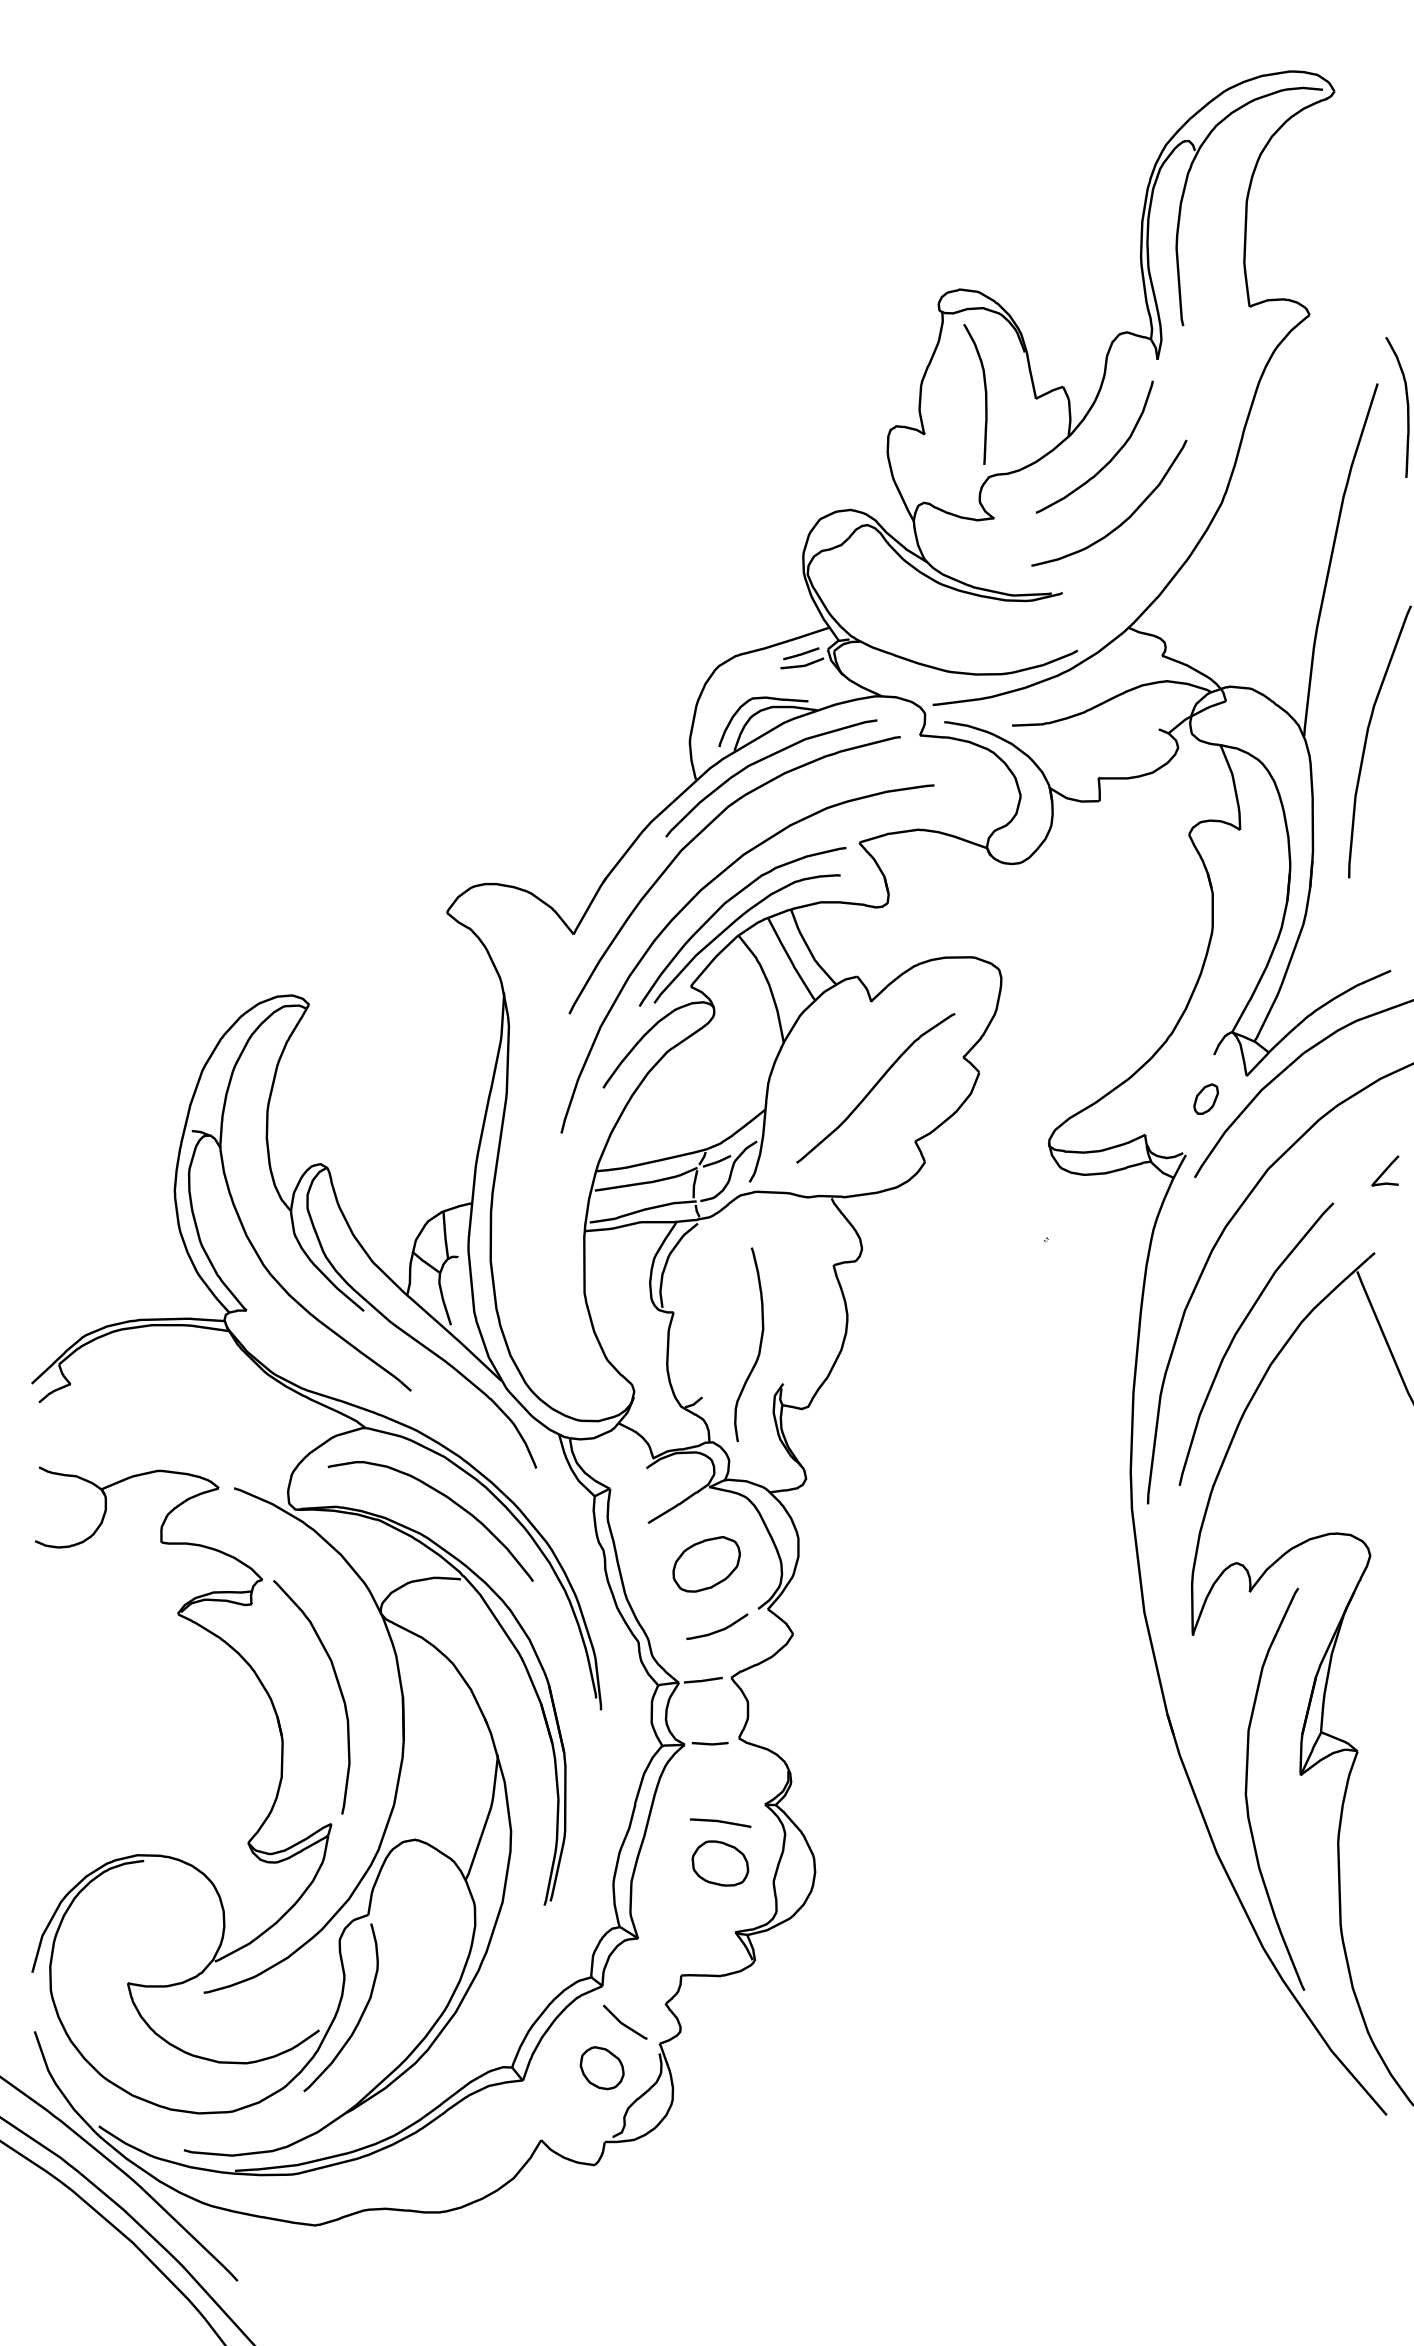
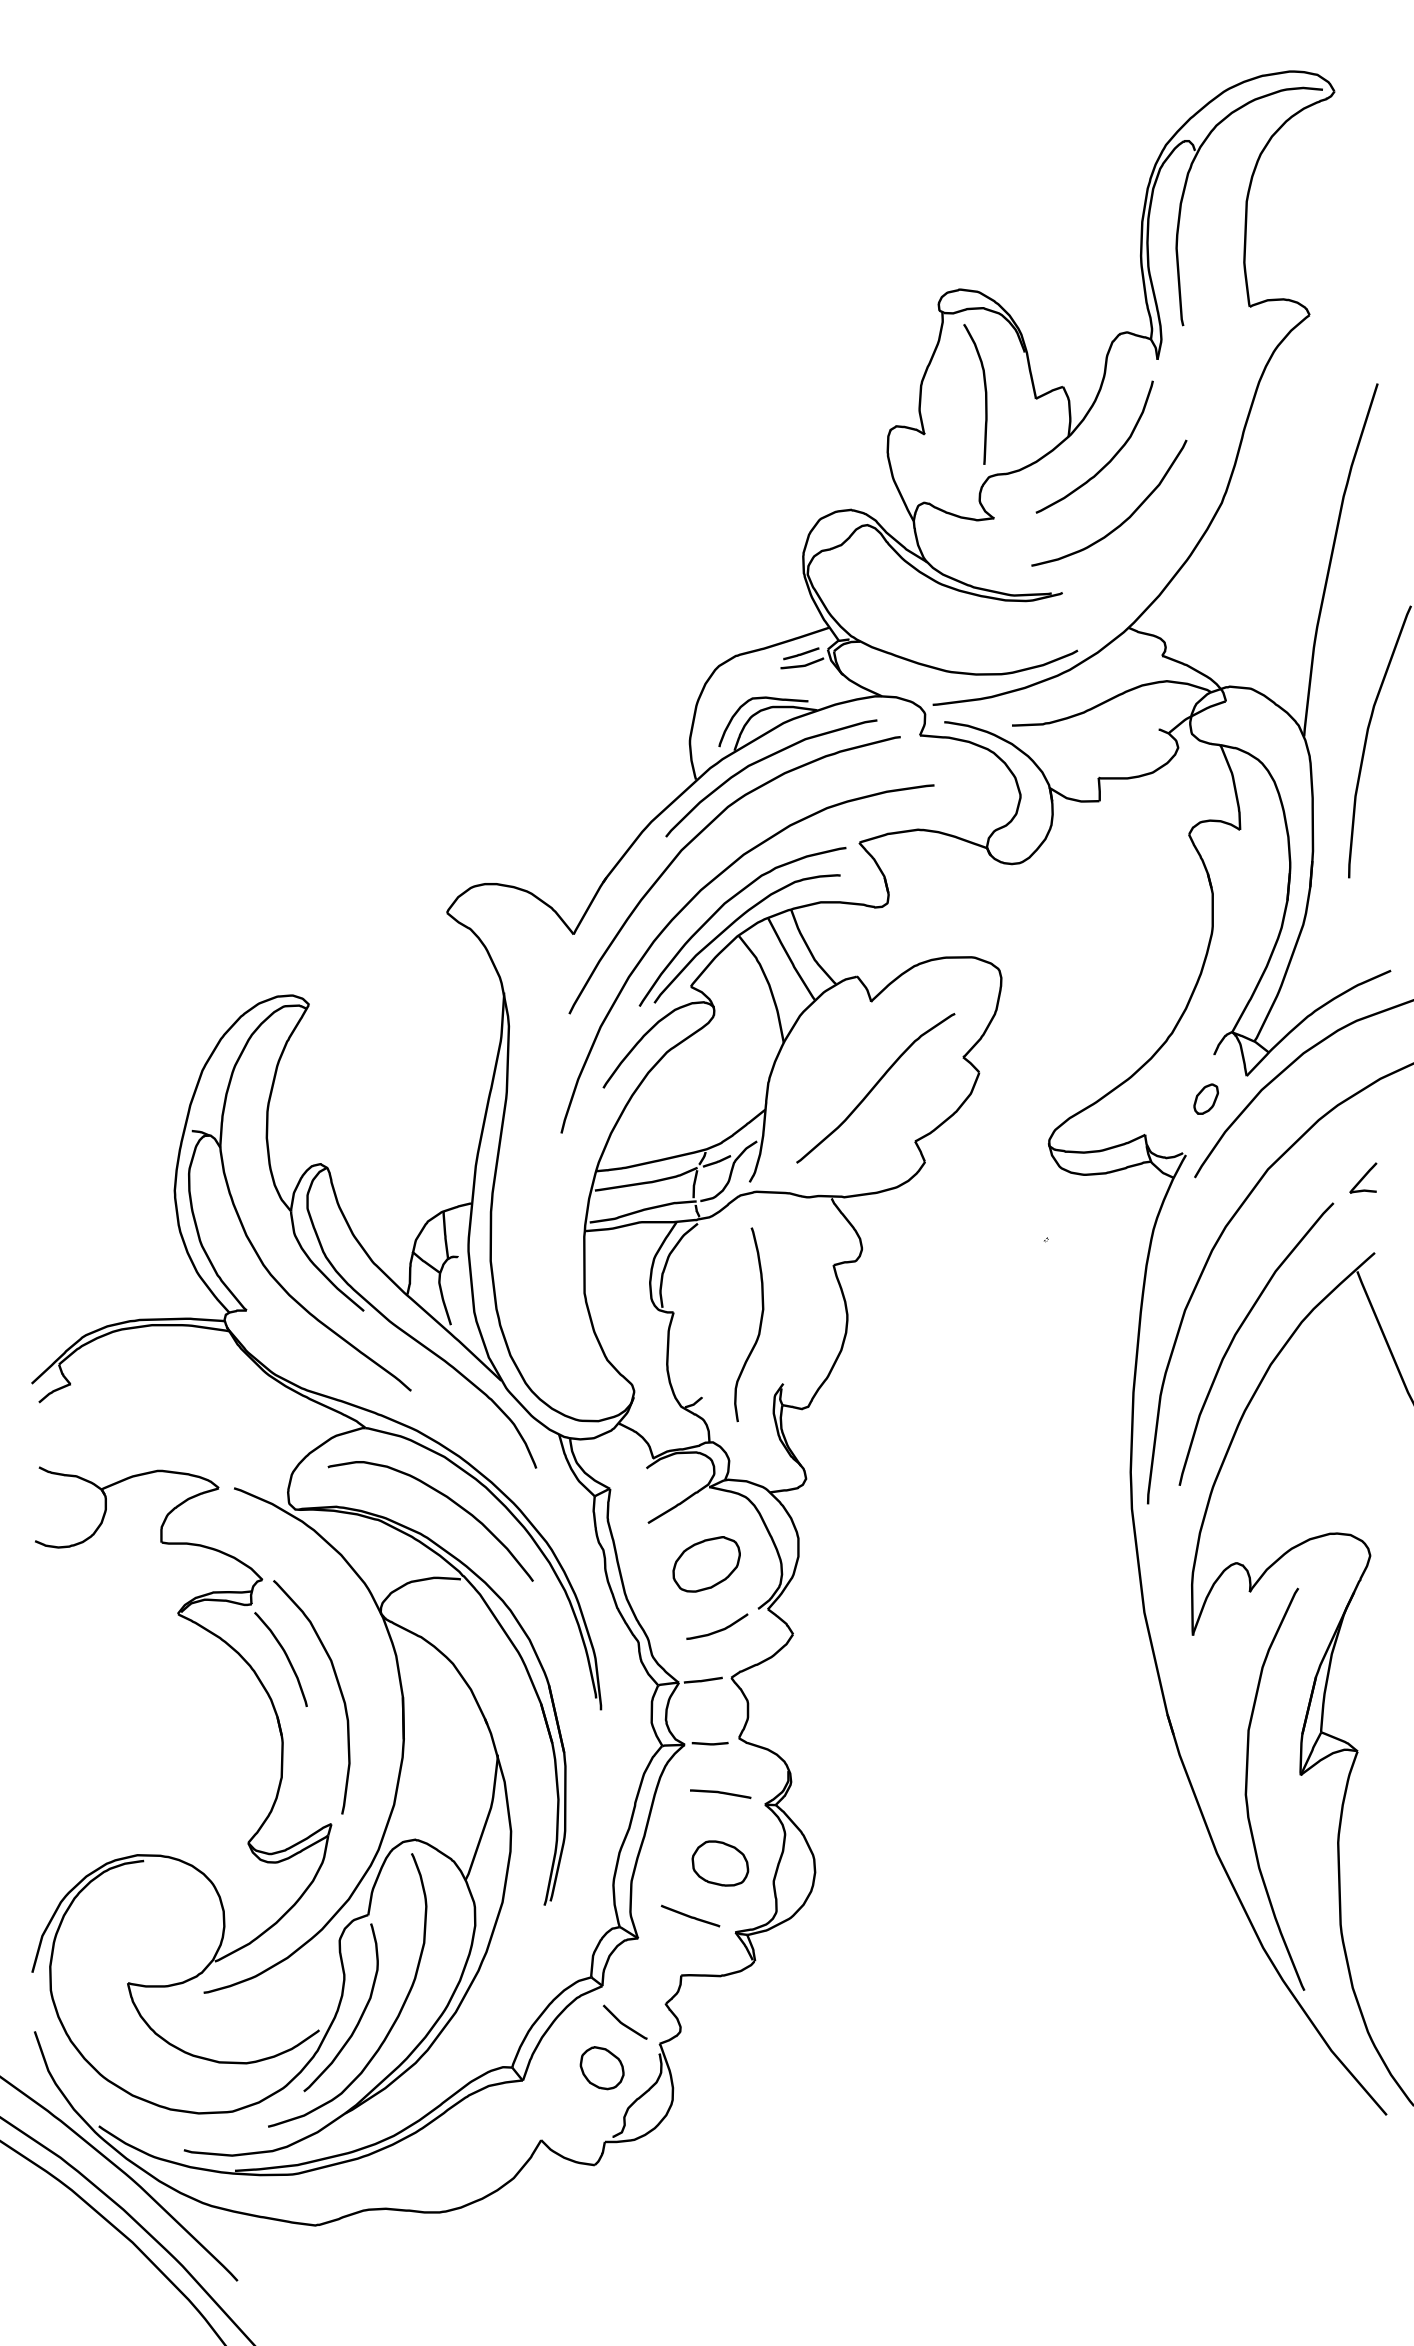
curve at (1406, 404): present -> none
part at (1385, 1170) position: (1385, 1170) -> (1363, 1177)
curve at (759, 1344) position: (759, 1344) -> (759, 1324)
curve at (285, 1656): none -> present
curve at (720, 1822) position: (720, 1822) -> (720, 1793)
line at (690, 1915): none -> present
curve at (397, 2014): none -> present
